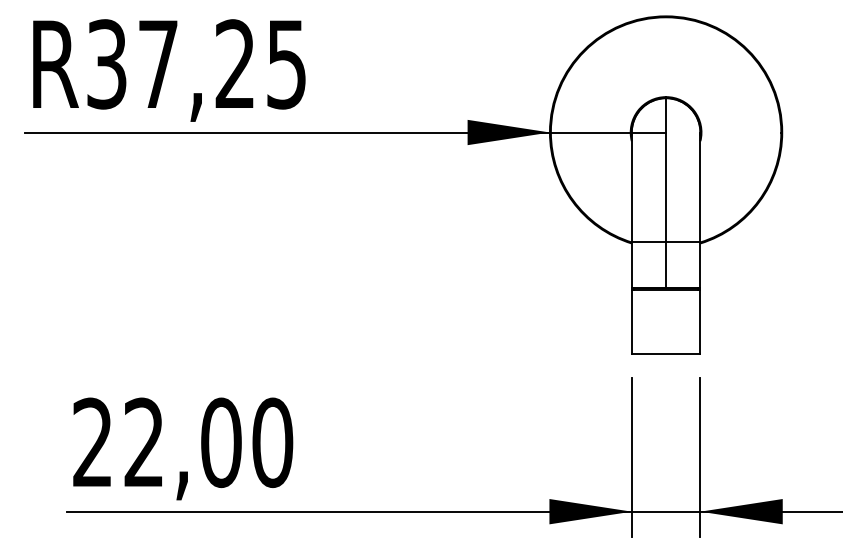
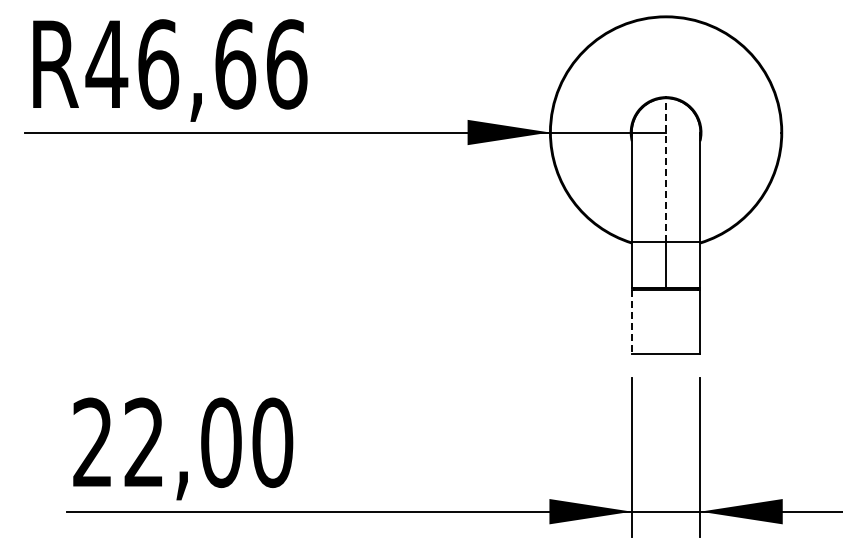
text at (196, 64): R37,25 -> R46,66
line at (666, 169): solid -> dashed
line at (631, 321): solid -> dashed
